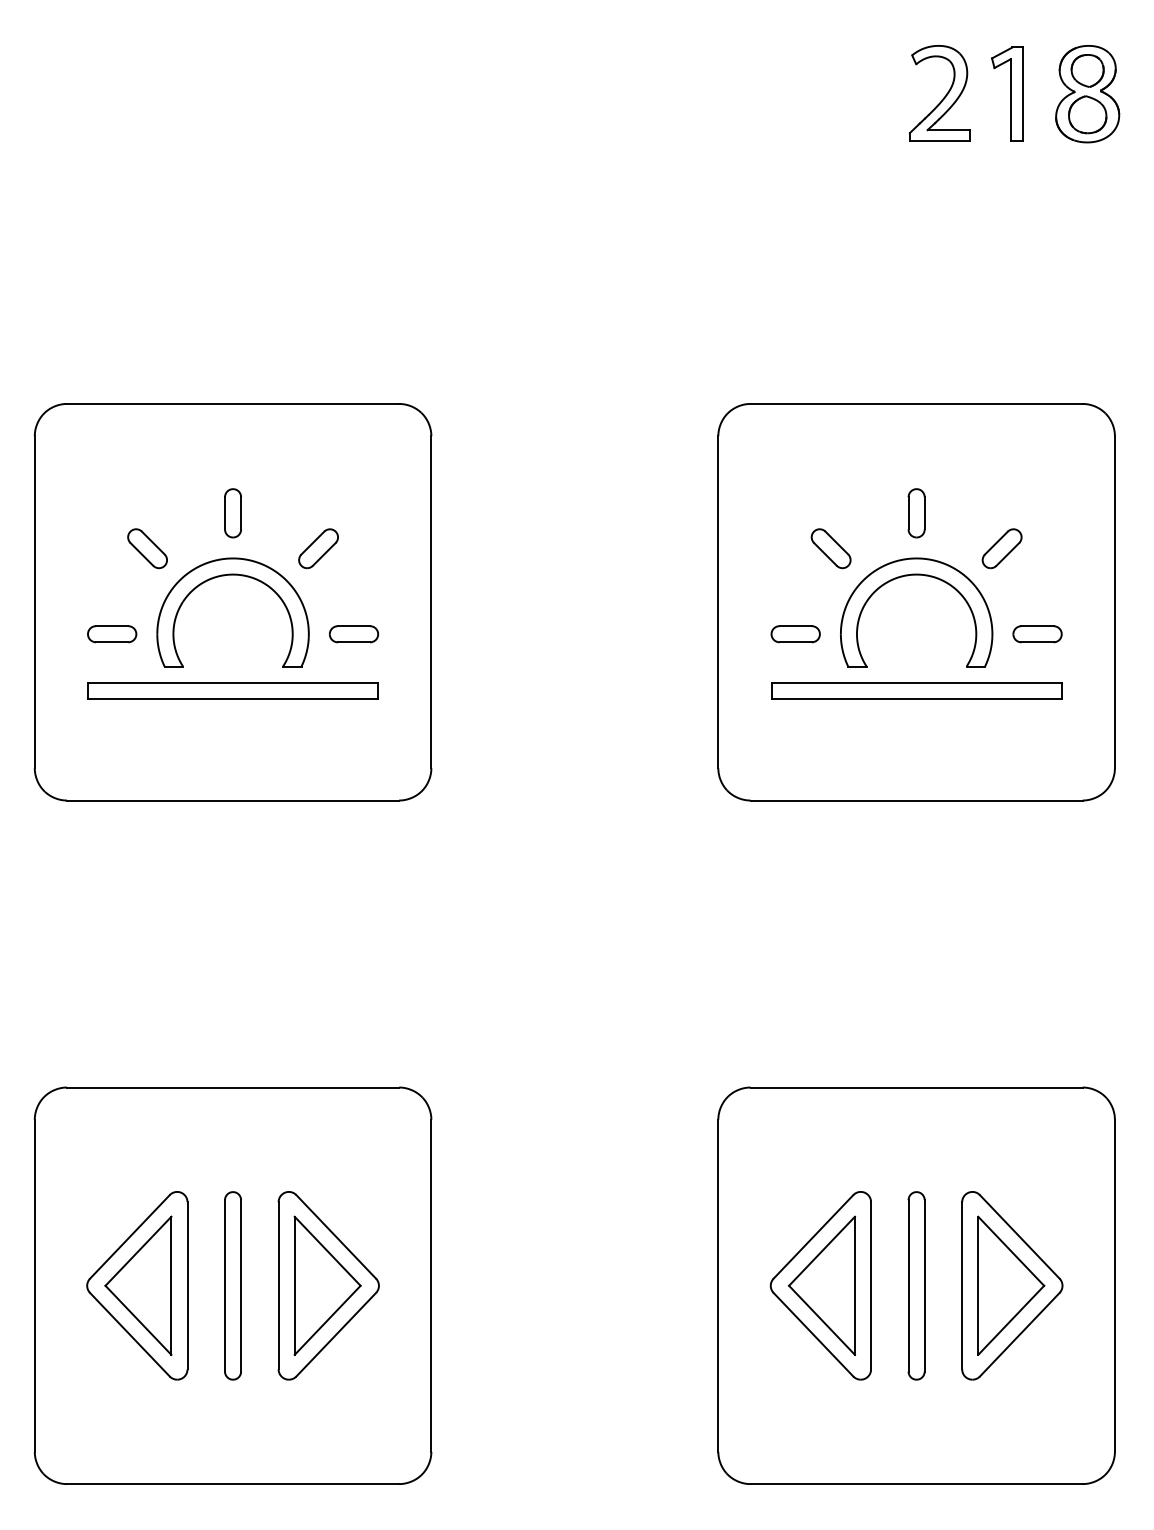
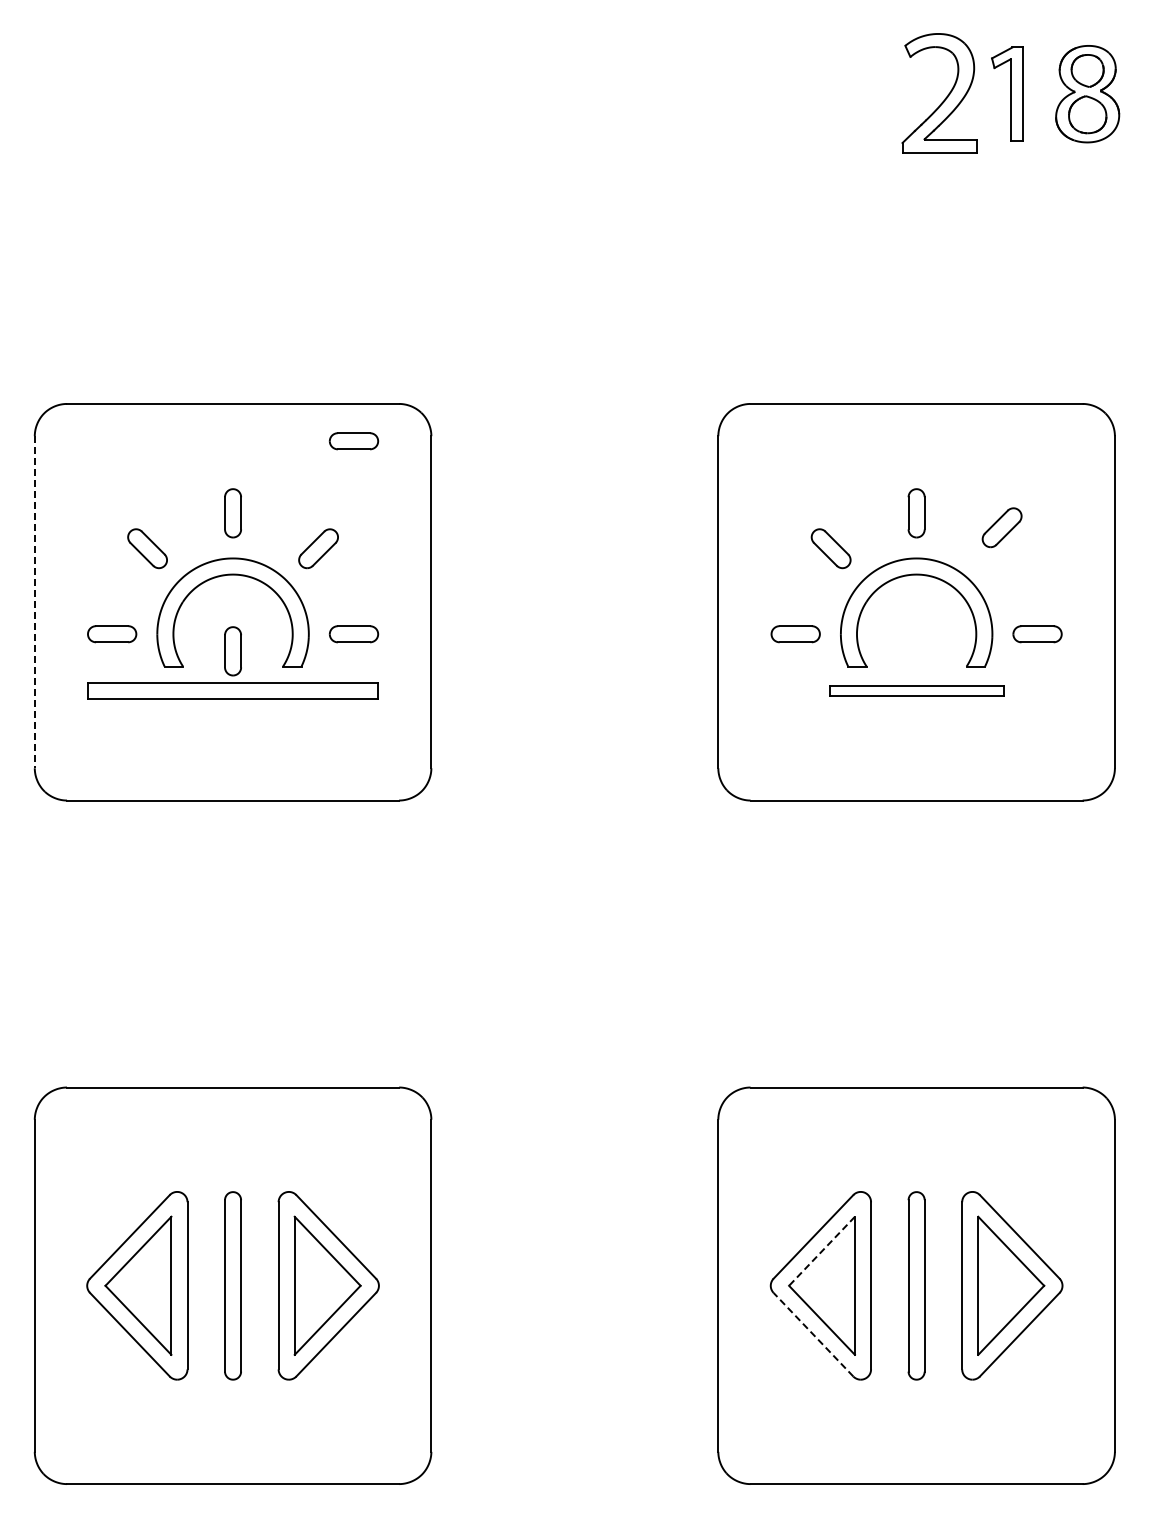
part at (939, 93) size: 63x97 px -> 77x121 px
part at (353, 441): none -> present
part at (1001, 548) position: (1001, 548) -> (1001, 527)
line at (34, 602): solid -> dashed
part at (232, 651): none -> present
part at (916, 690) size: 292x18 px -> 176x12 px
line at (822, 1251): solid -> dashed
line at (813, 1334): solid -> dashed
